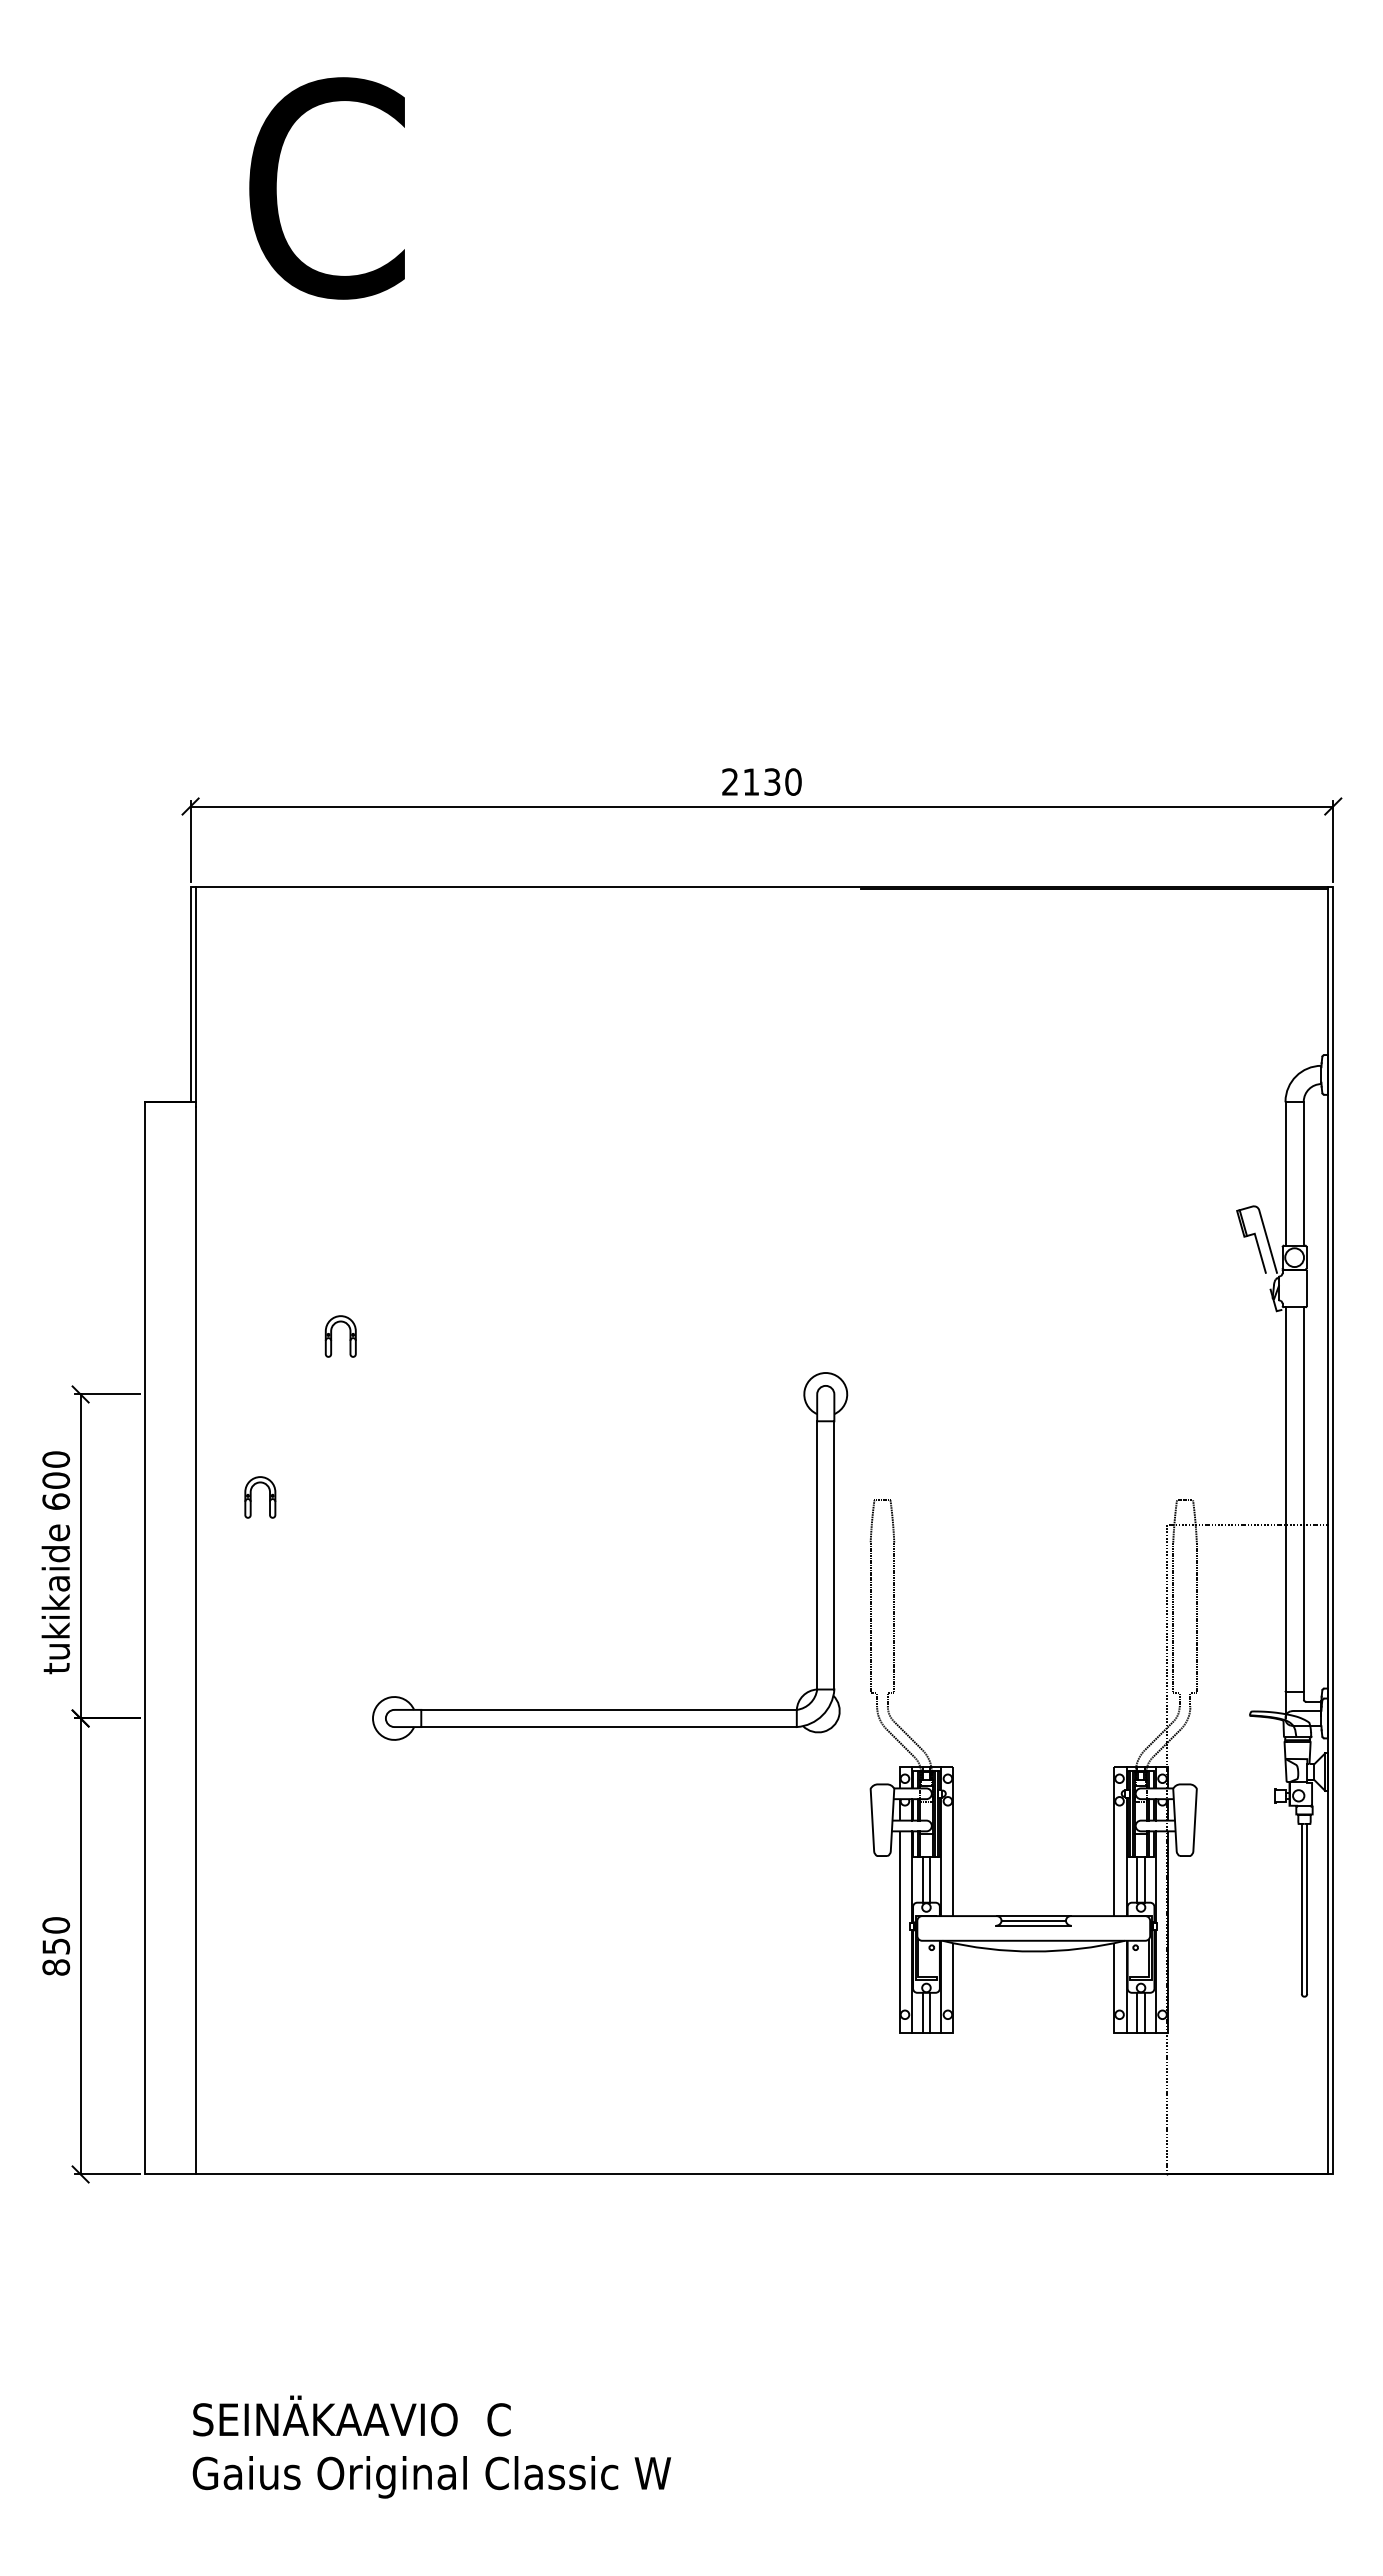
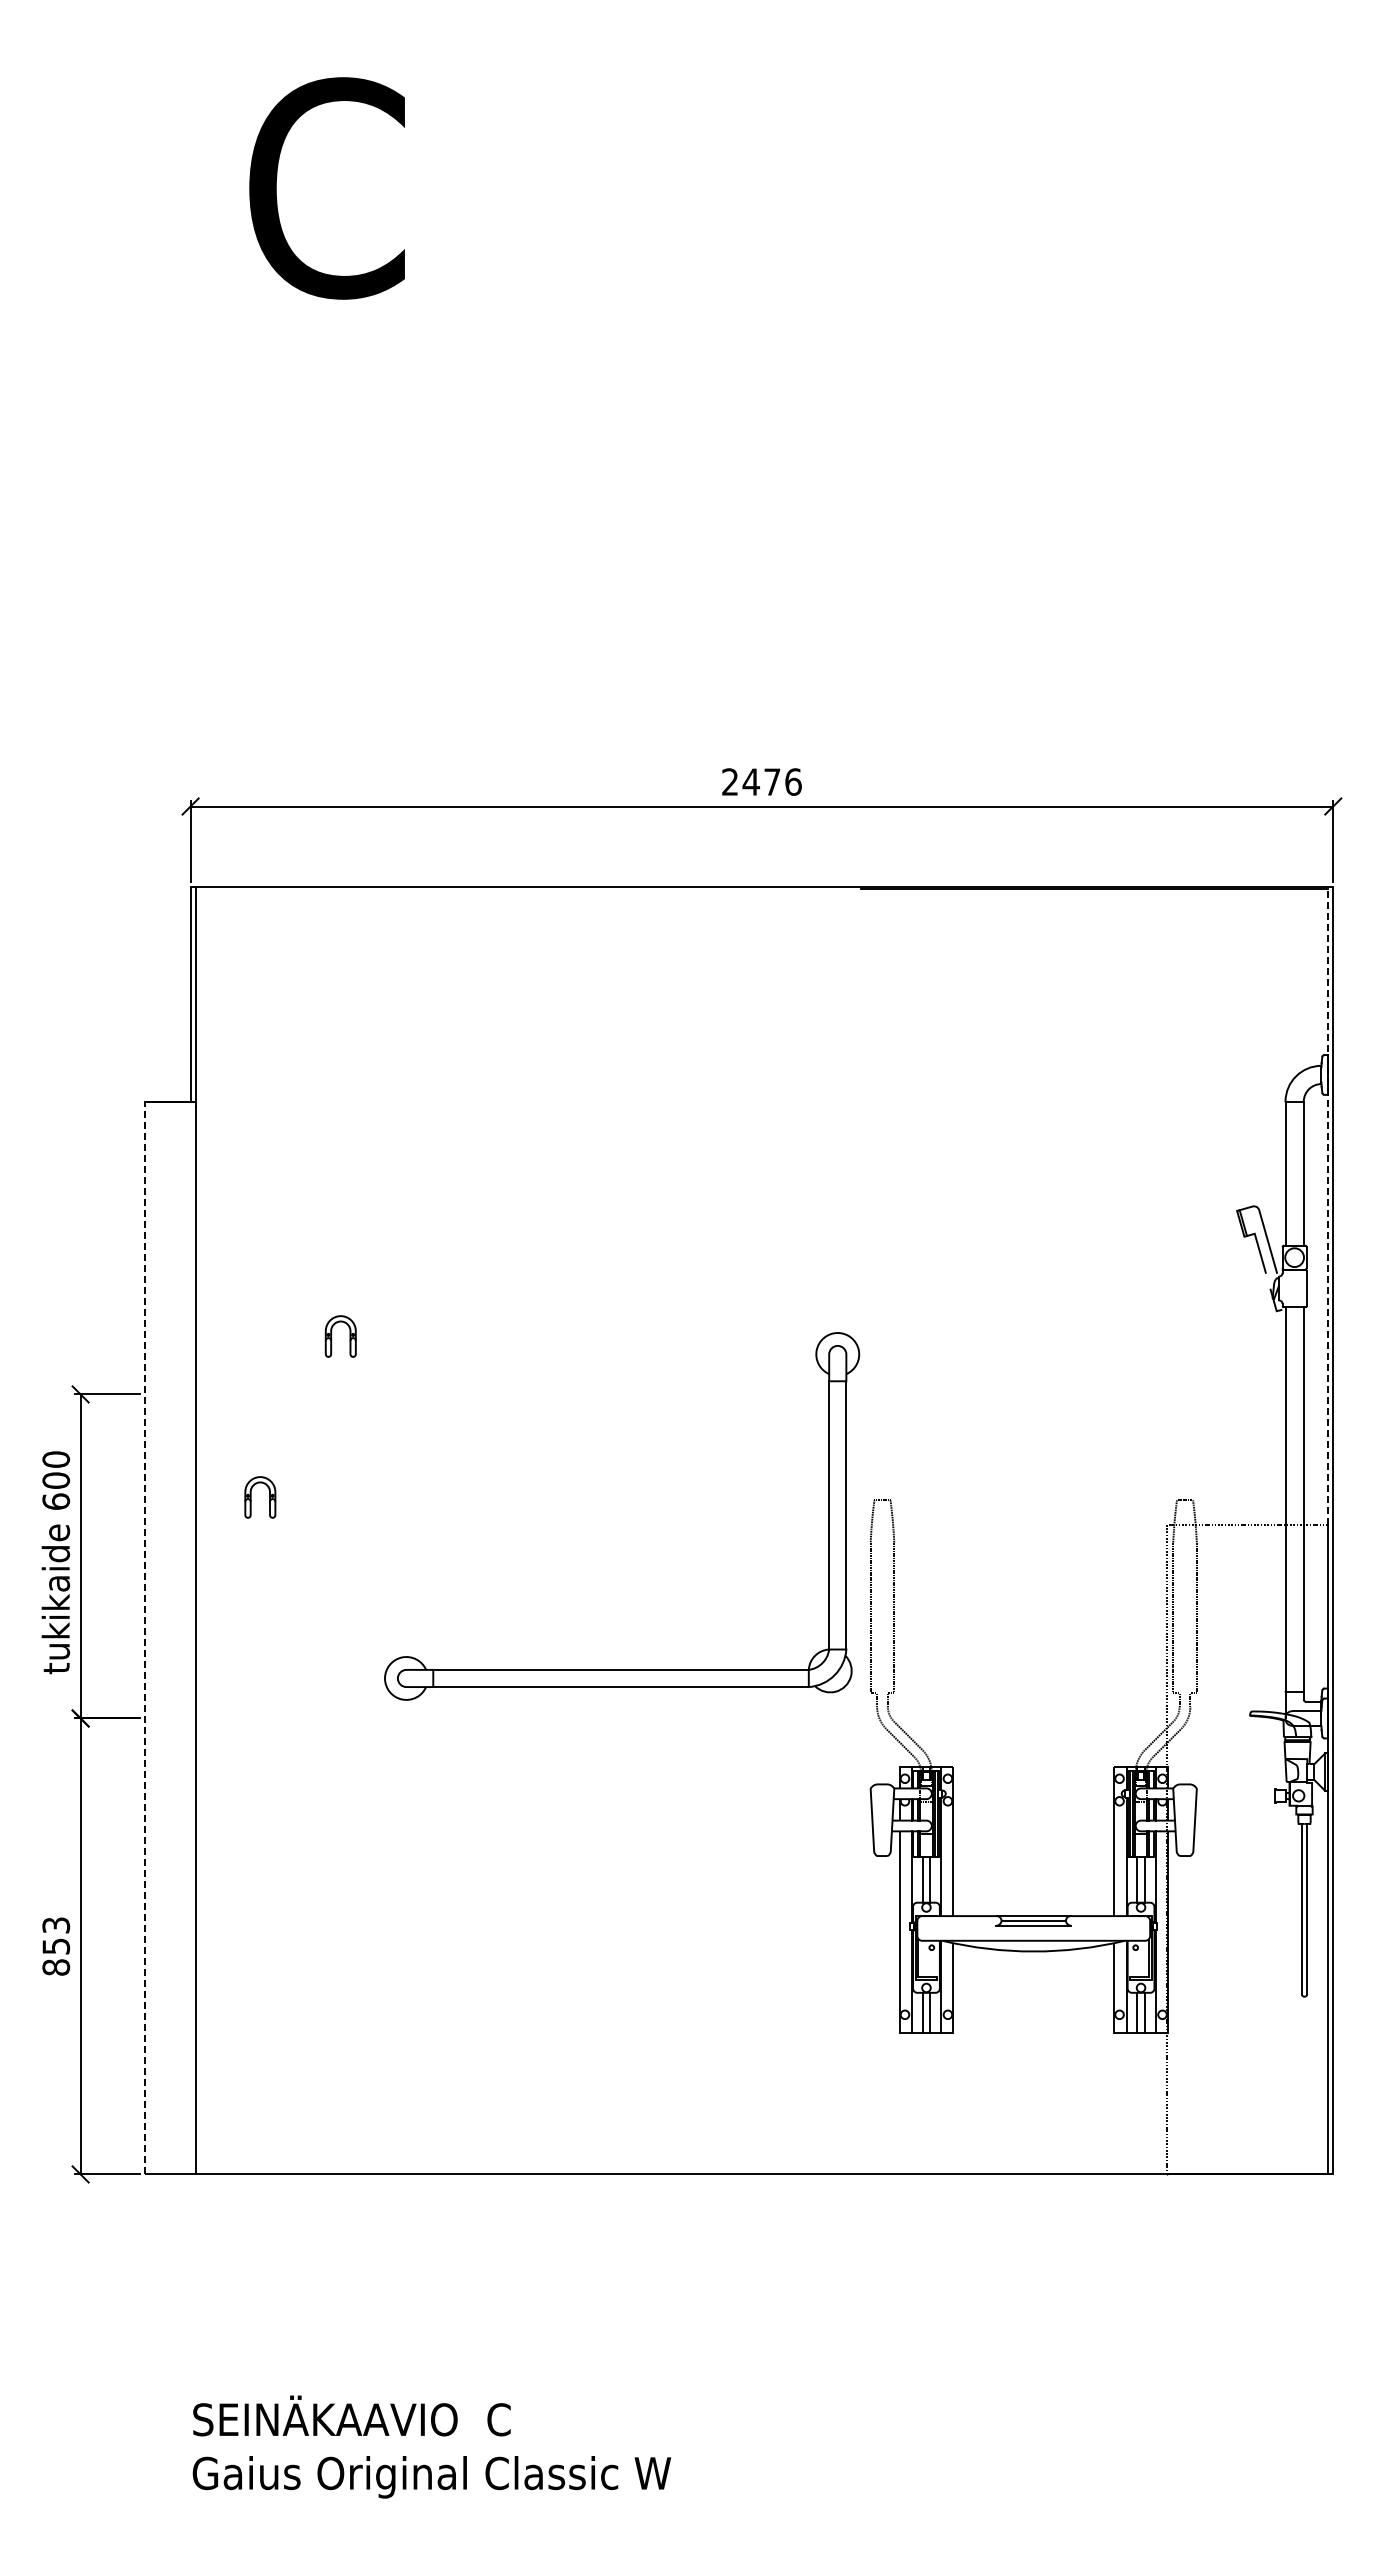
text at (771, 781): 2130 -> 2476
line at (1327, 1205): solid -> dashed
line at (145, 1637): solid -> dashed
part at (610, 1709) position: (610, 1709) -> (622, 1669)
text at (56, 1925): 850 -> 853
